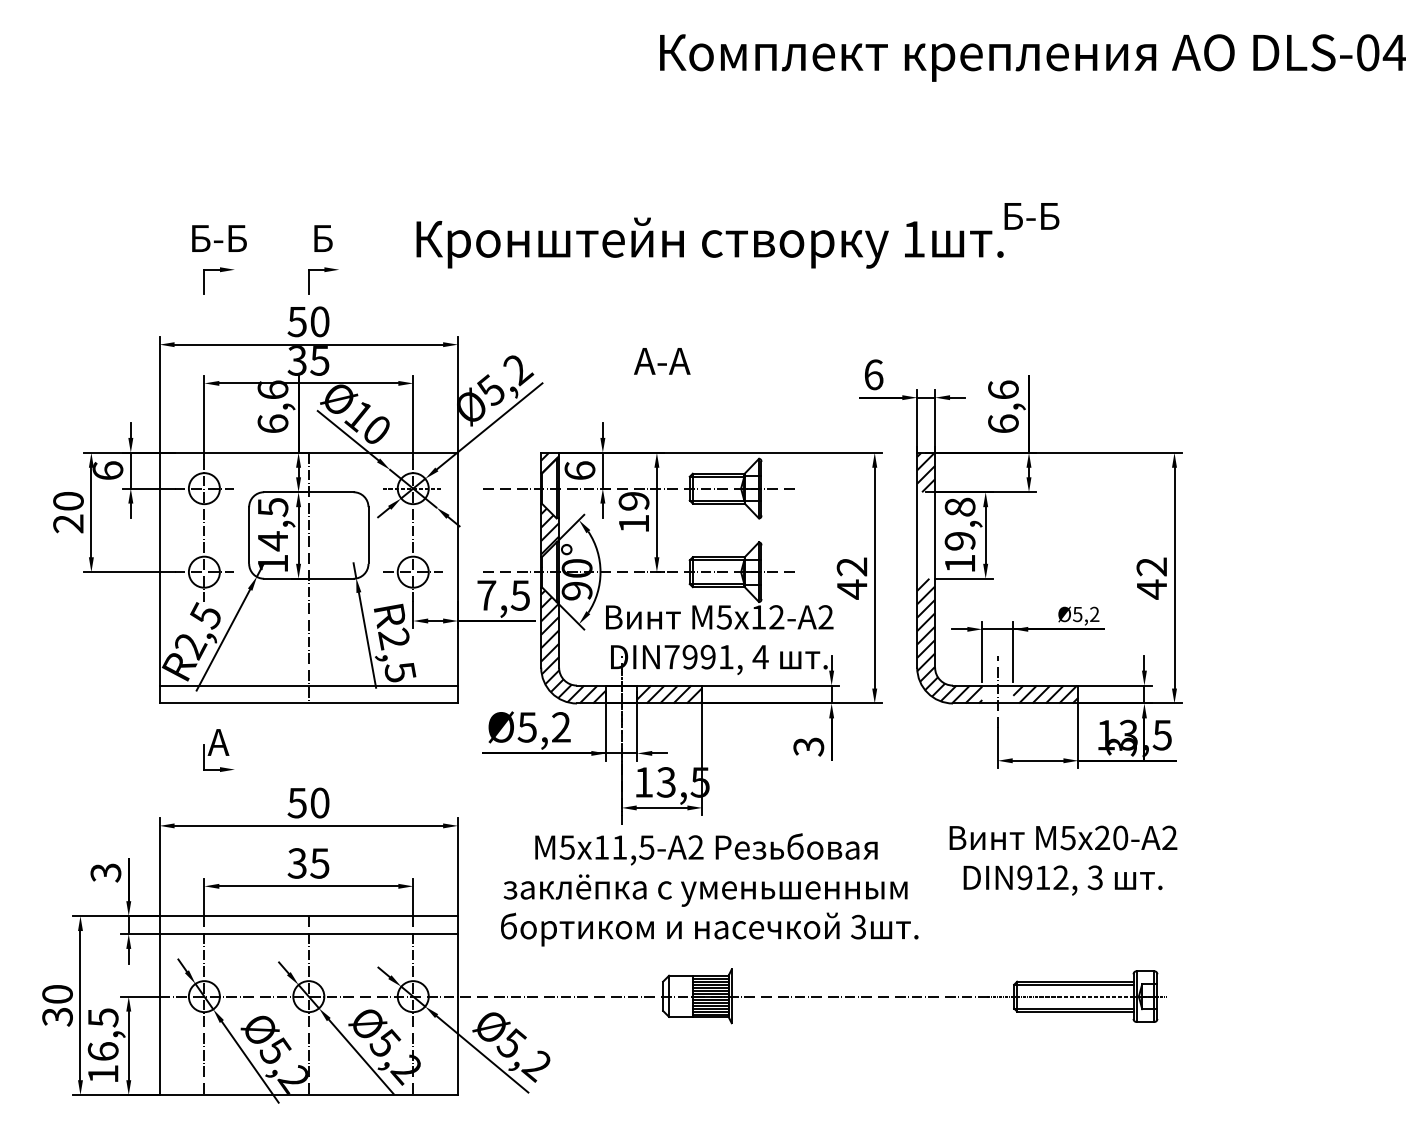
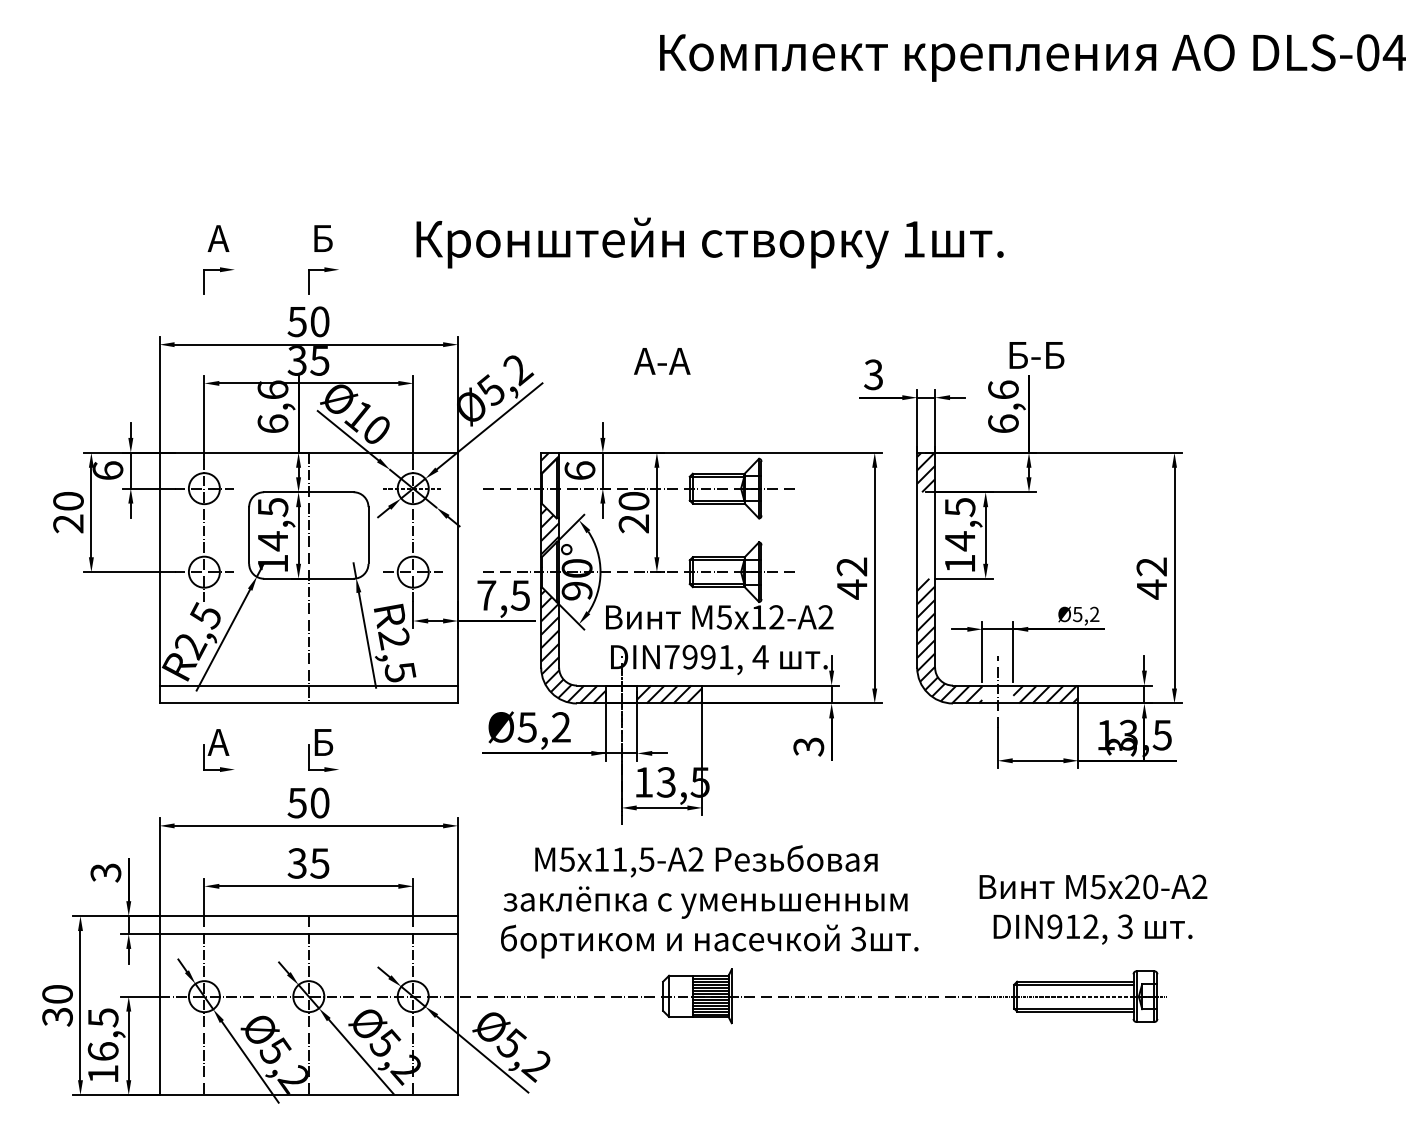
text at (1031, 216) position: (1031, 216) -> (1036, 355)
text at (219, 238): Б-Б -> A
text at (873, 374): 6 -> 3
text at (633, 512): 19 -> 20
text at (959, 524): 19,8 -> 14,5
part at (323, 750): none -> present
text at (1063, 860) position: (1063, 860) -> (1093, 909)
text at (709, 889) position: (709, 889) -> (709, 901)
